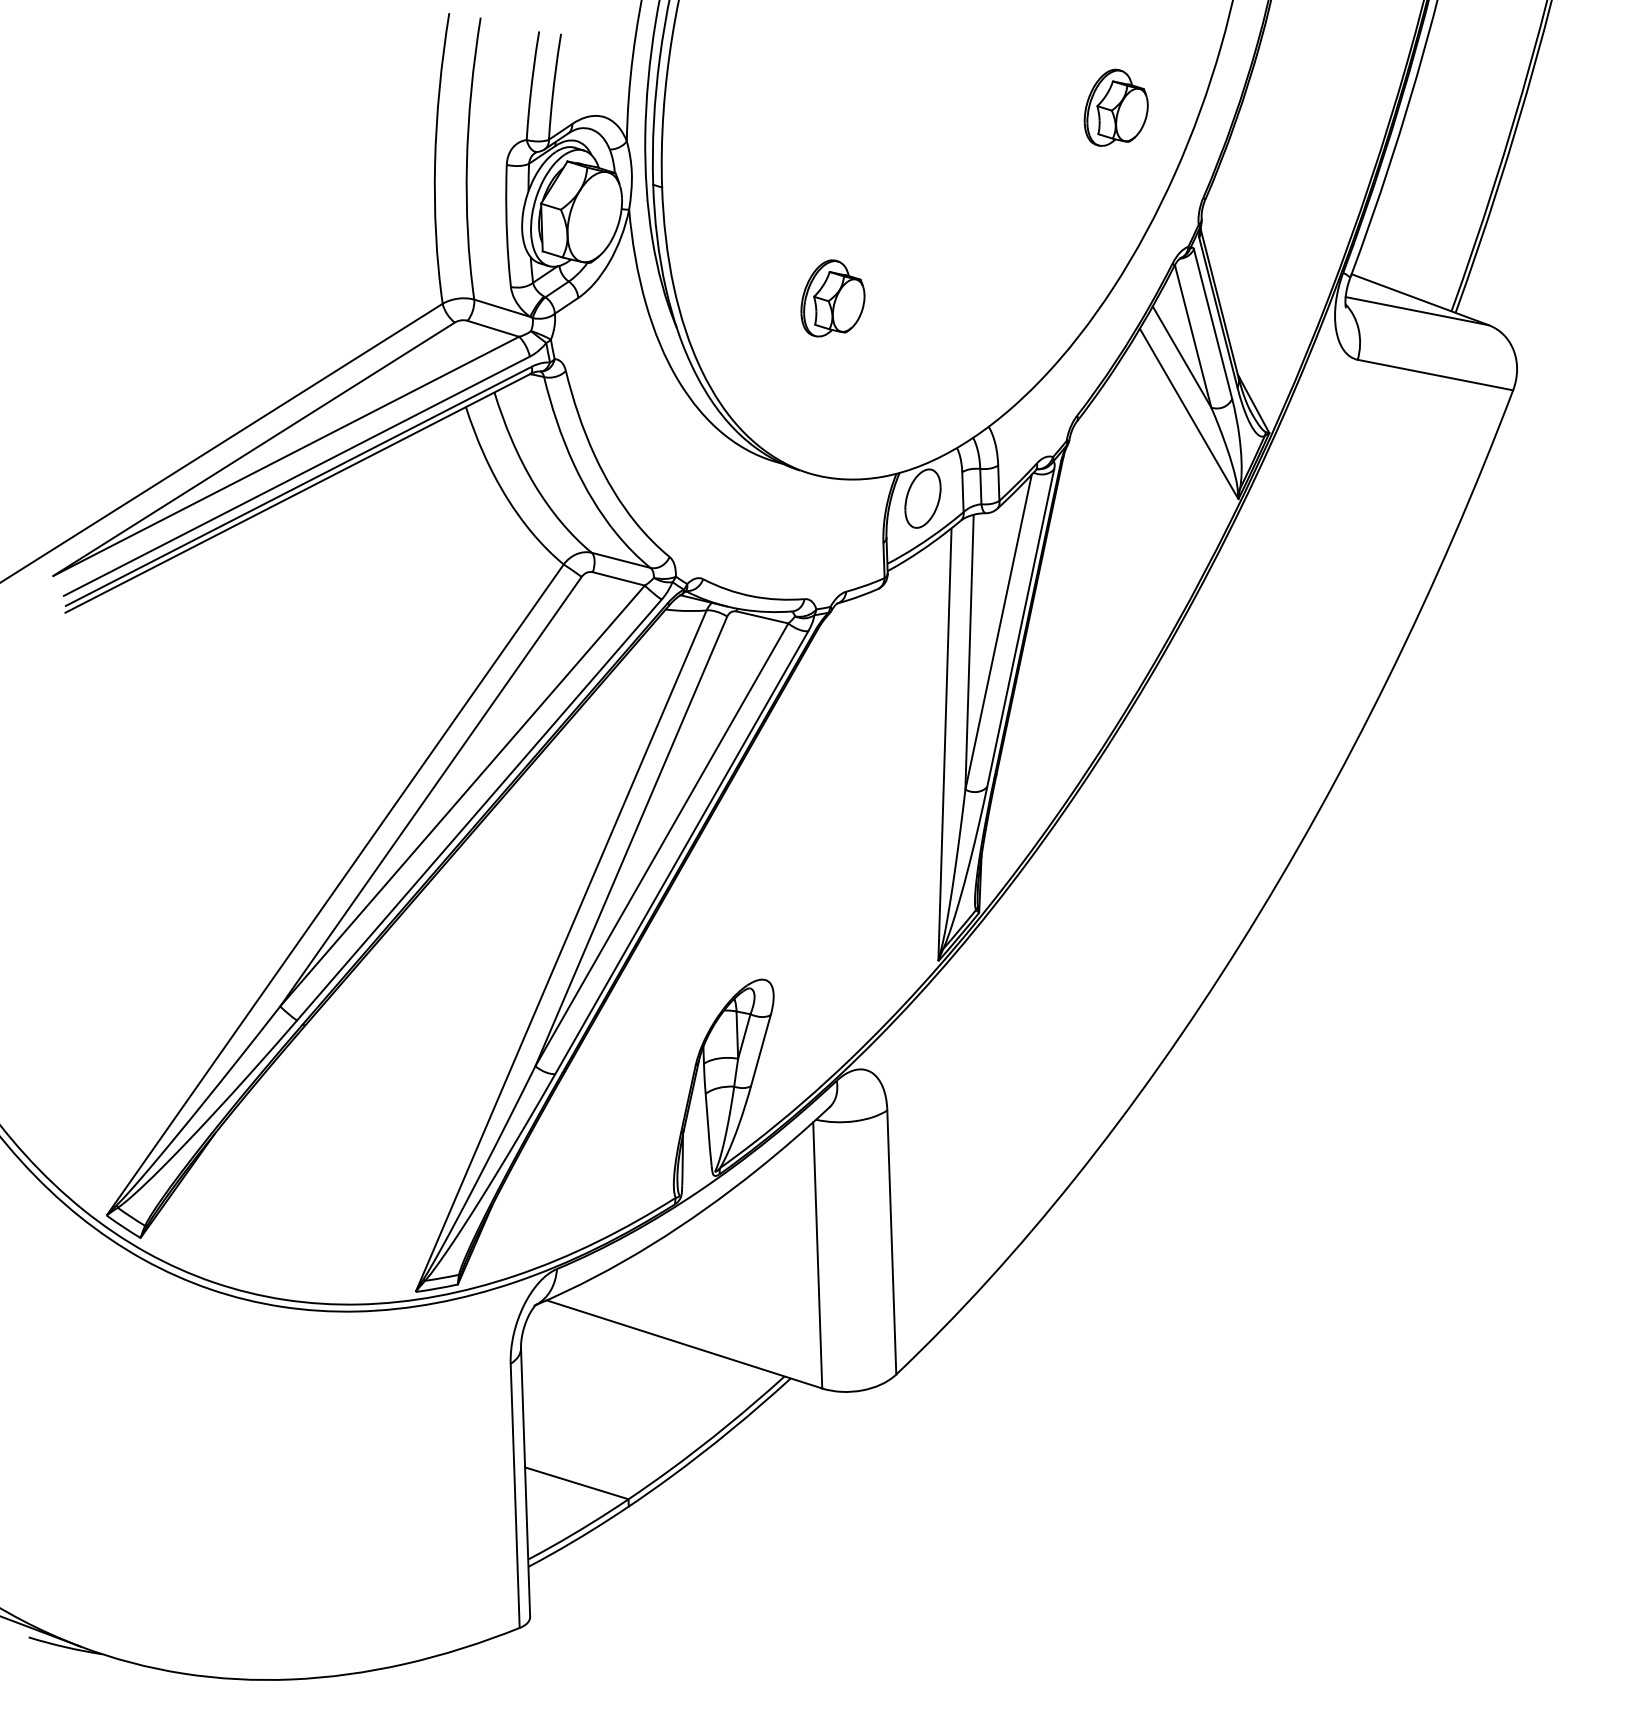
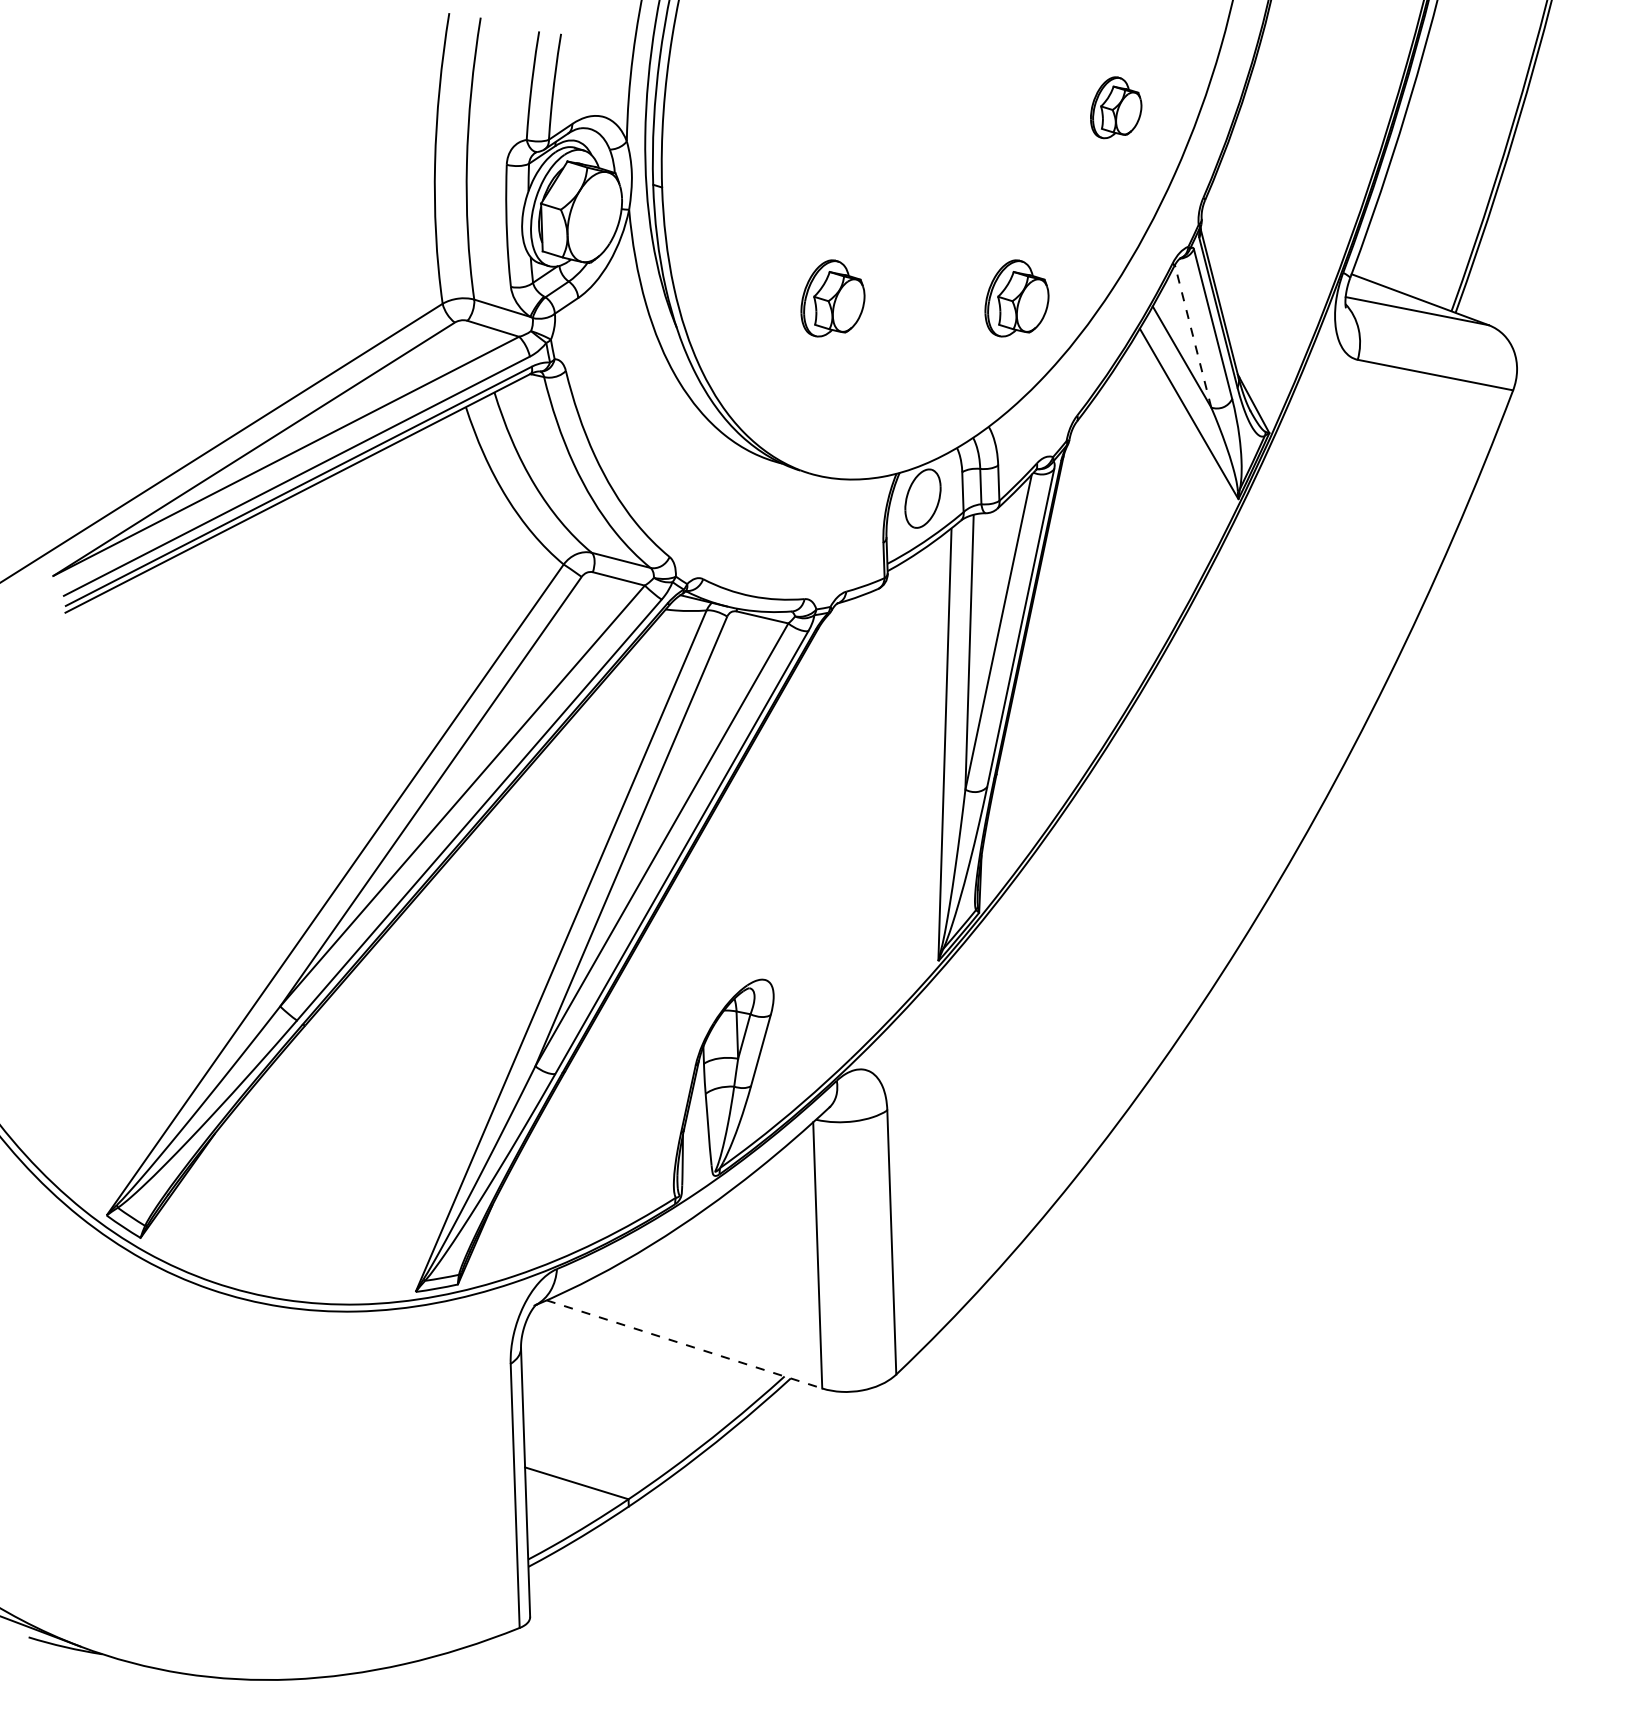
part at (1115, 107) size: 66x79 px -> 53x64 px
part at (1016, 298): none -> present
line at (1193, 336): solid -> dashed
line at (684, 1344): solid -> dashed
